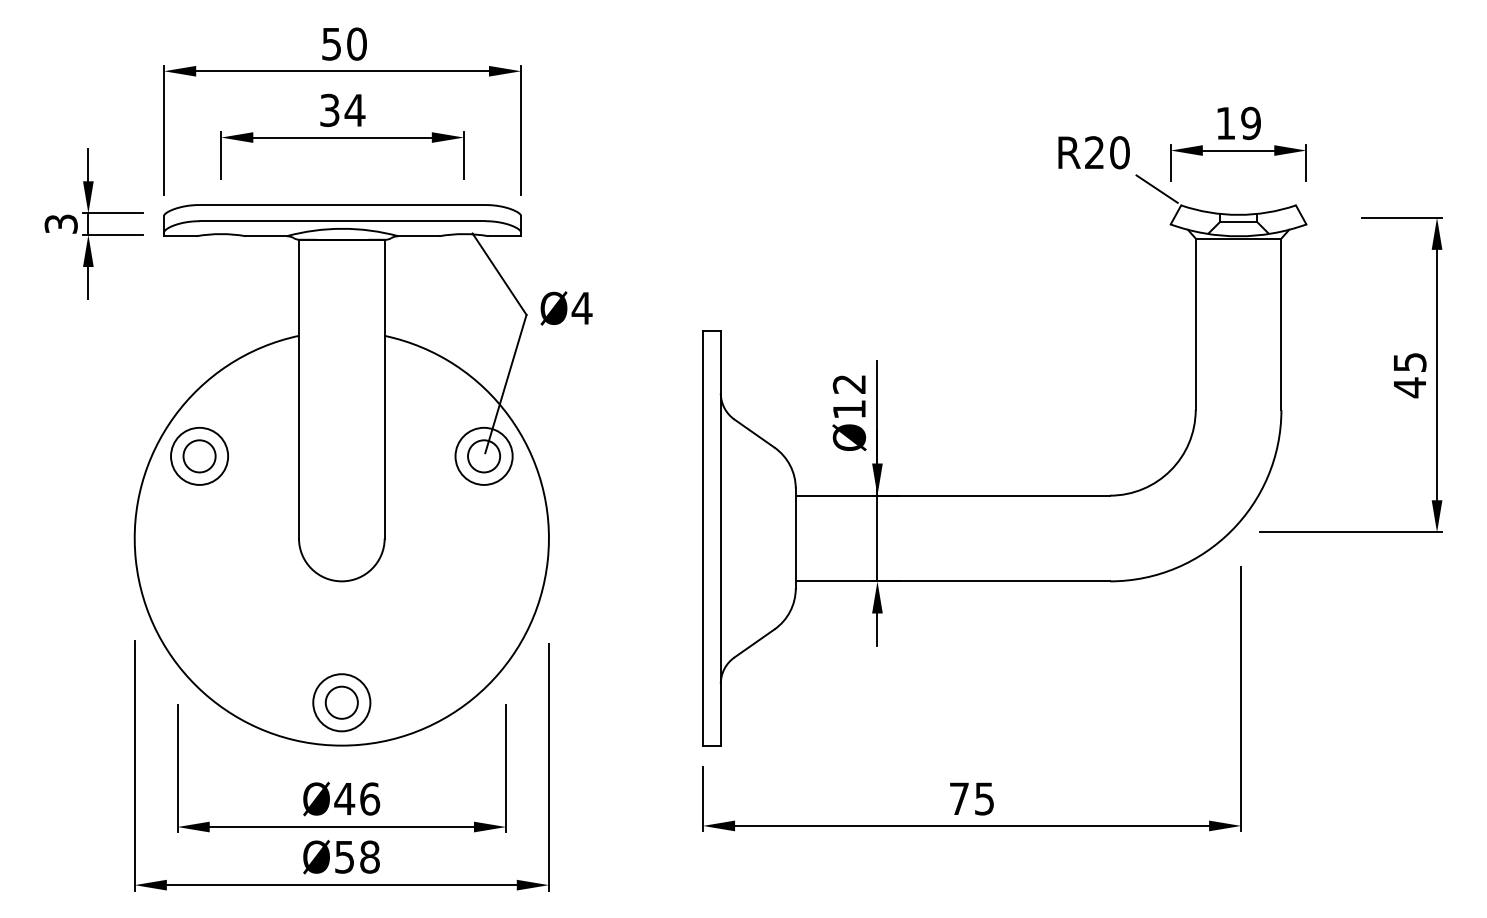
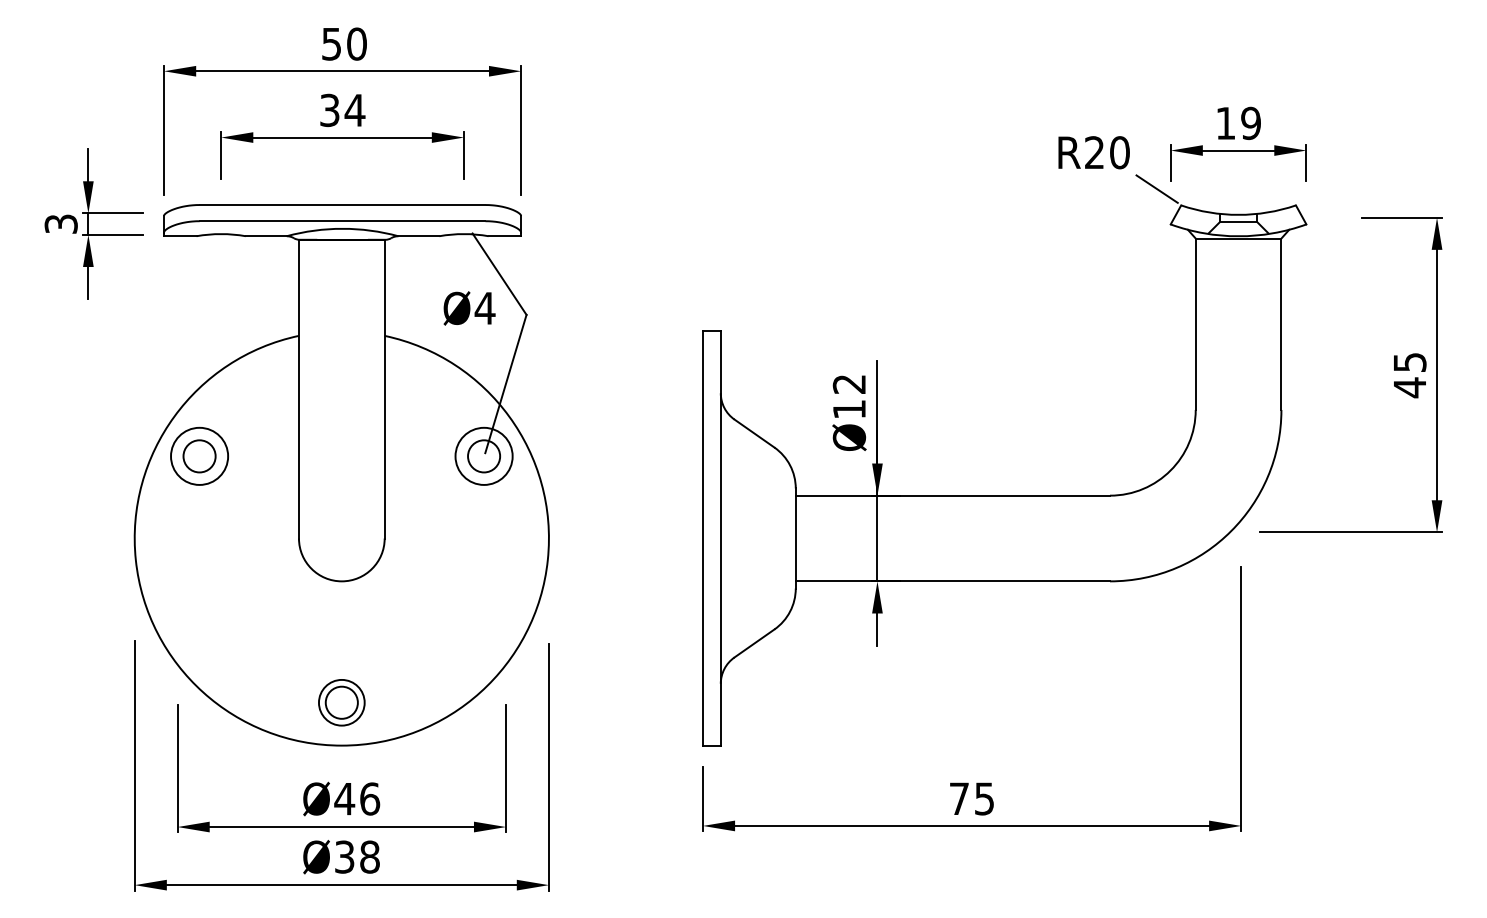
text at (566, 308) position: (566, 308) -> (469, 308)
circle at (341, 702) diameter: 57 px -> 46 px
text at (344, 856): Ø58 -> Ø38
